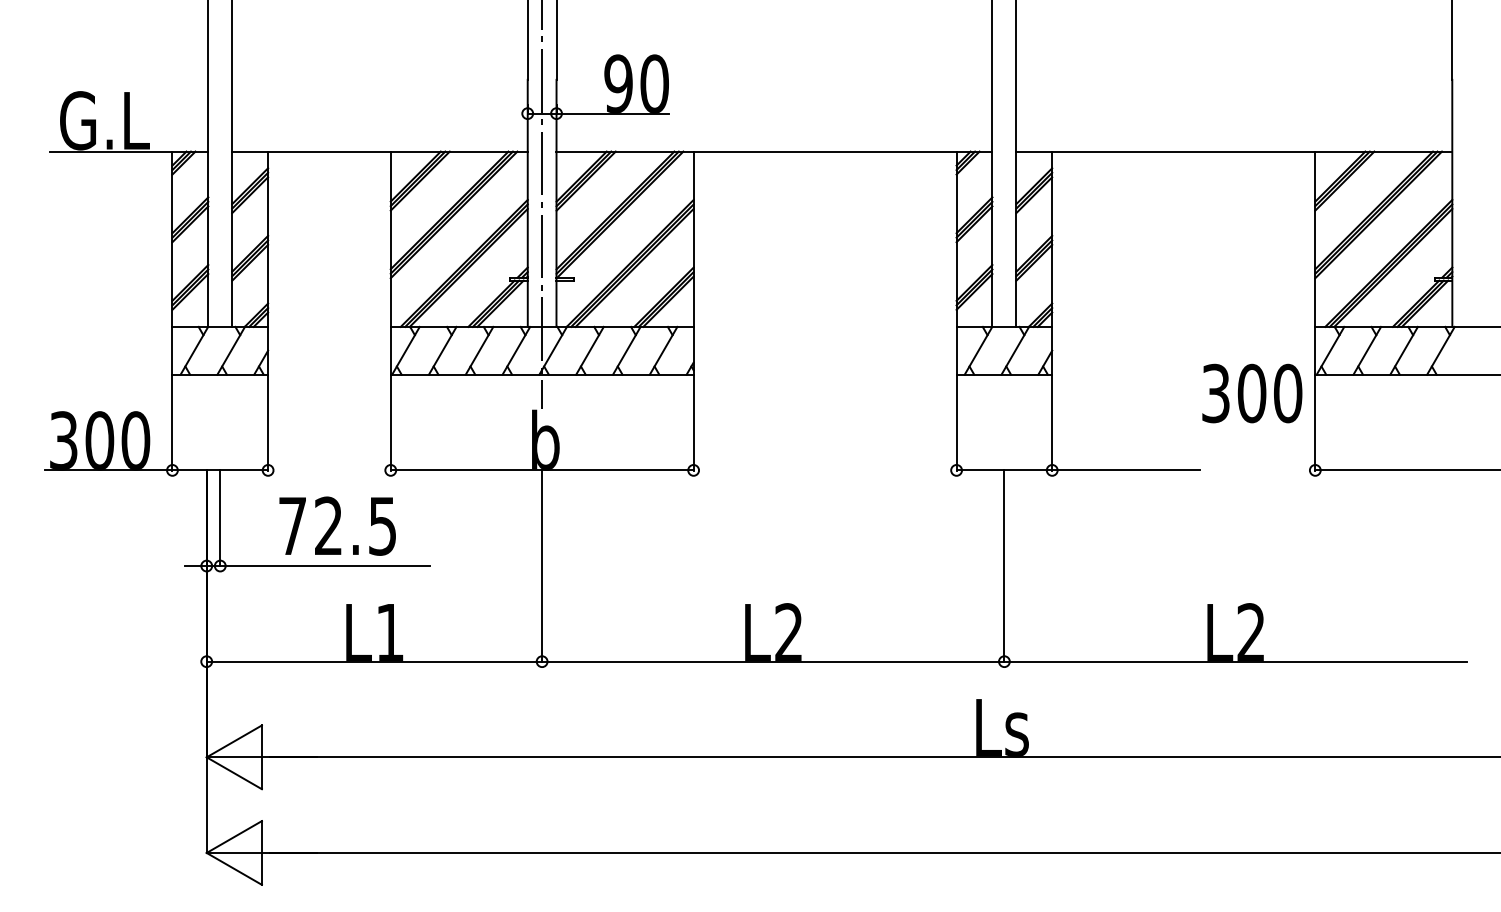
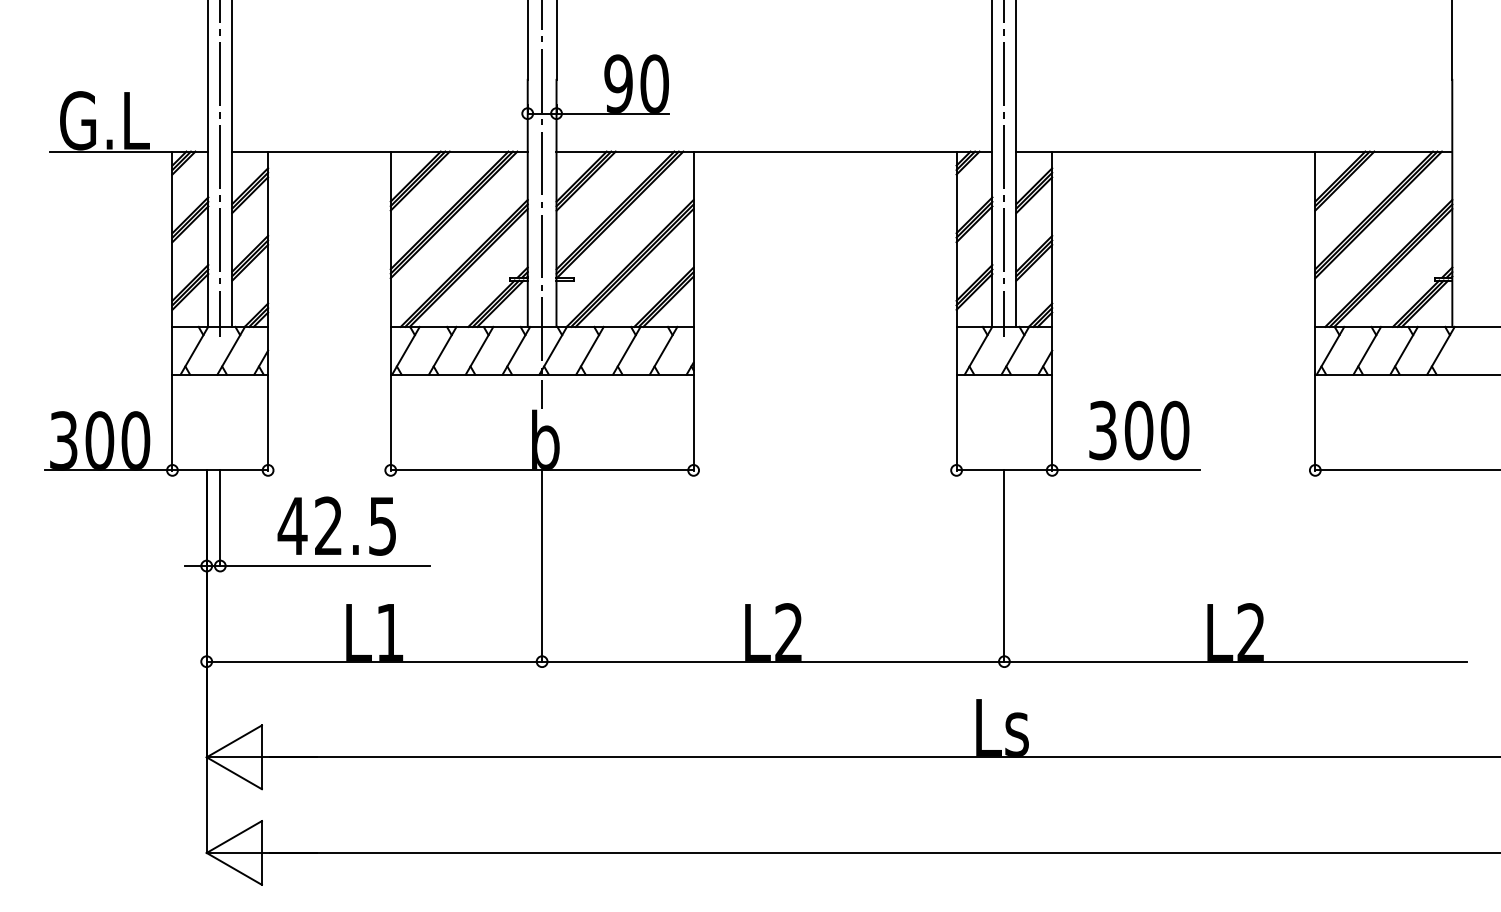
line at (220, 169): none -> present
line at (1004, 169): none -> present
text at (1252, 393) position: (1252, 393) -> (1139, 430)
text at (292, 525): 72.5 -> 42.5
